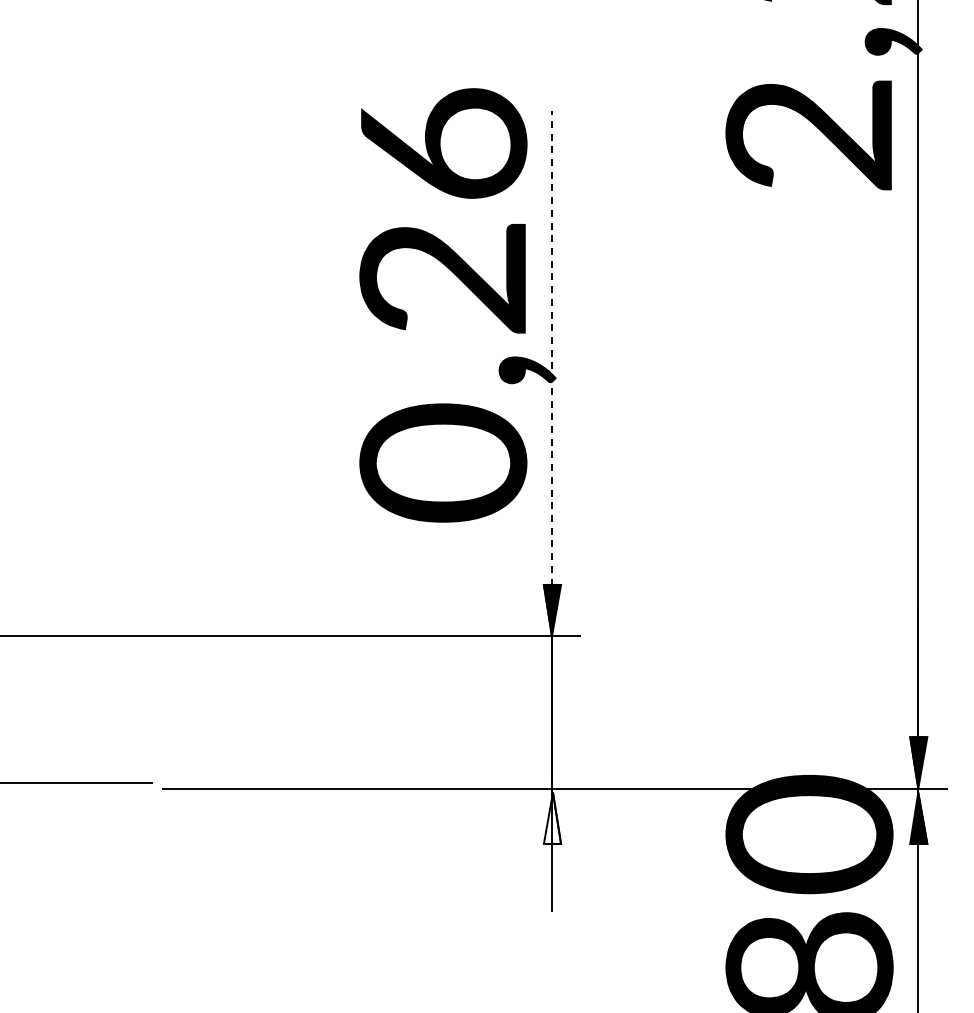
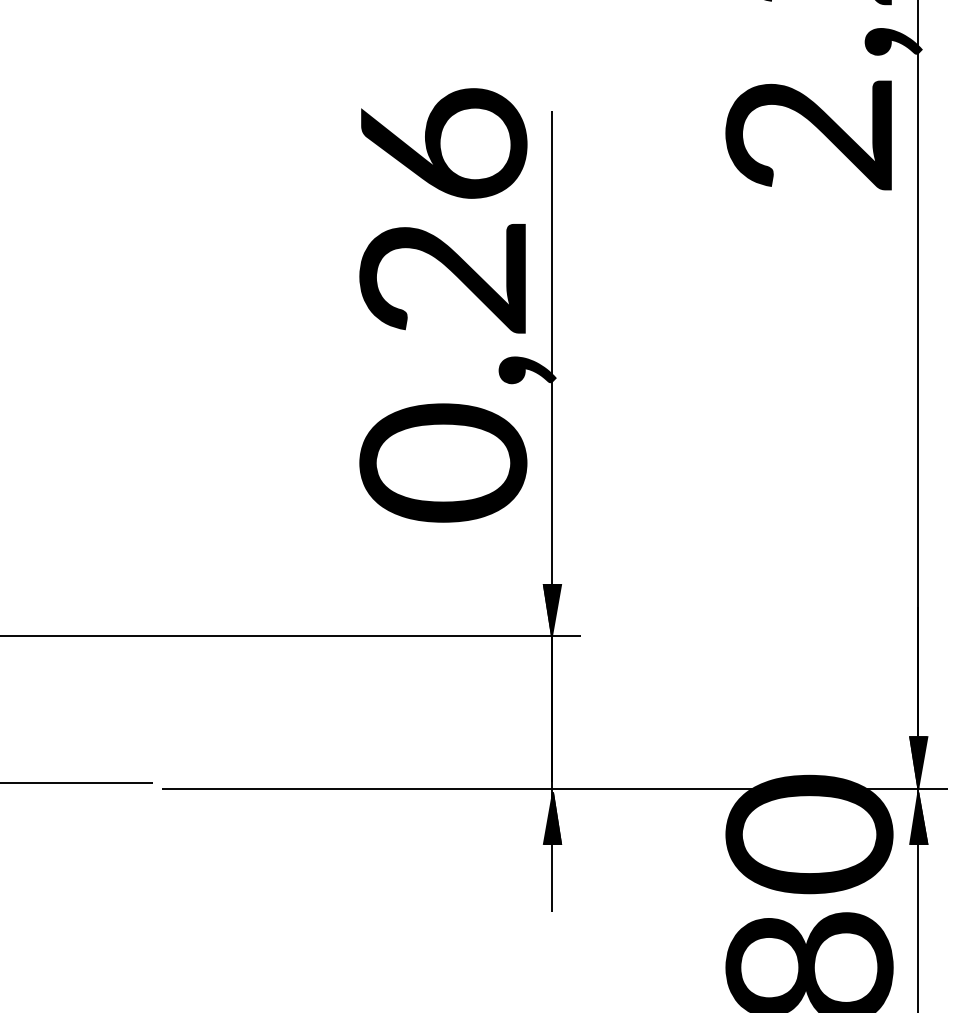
line at (551, 373): dashed -> solid
fill at (552, 817): none -> present
